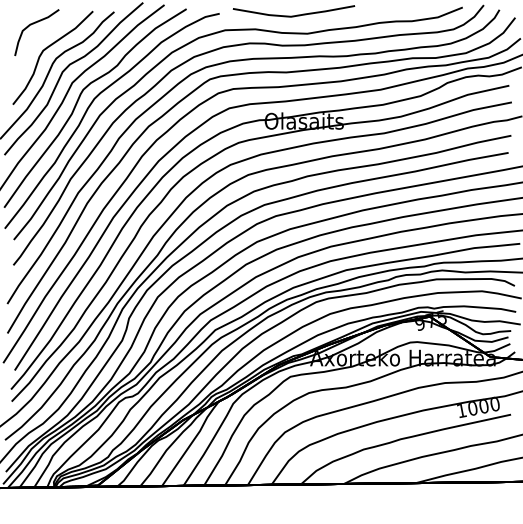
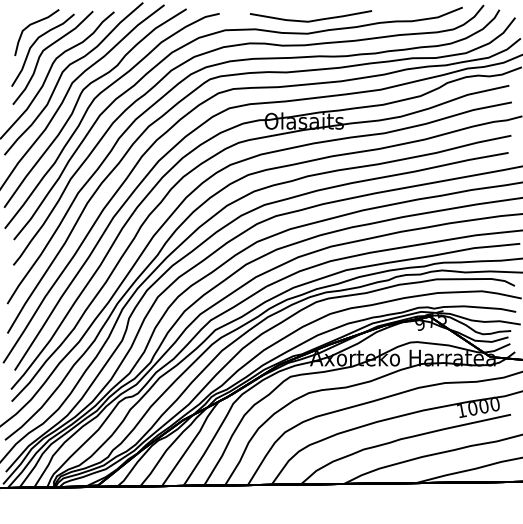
curve at (293, 15) position: (293, 15) -> (310, 20)
curve at (35, 43): none -> present
